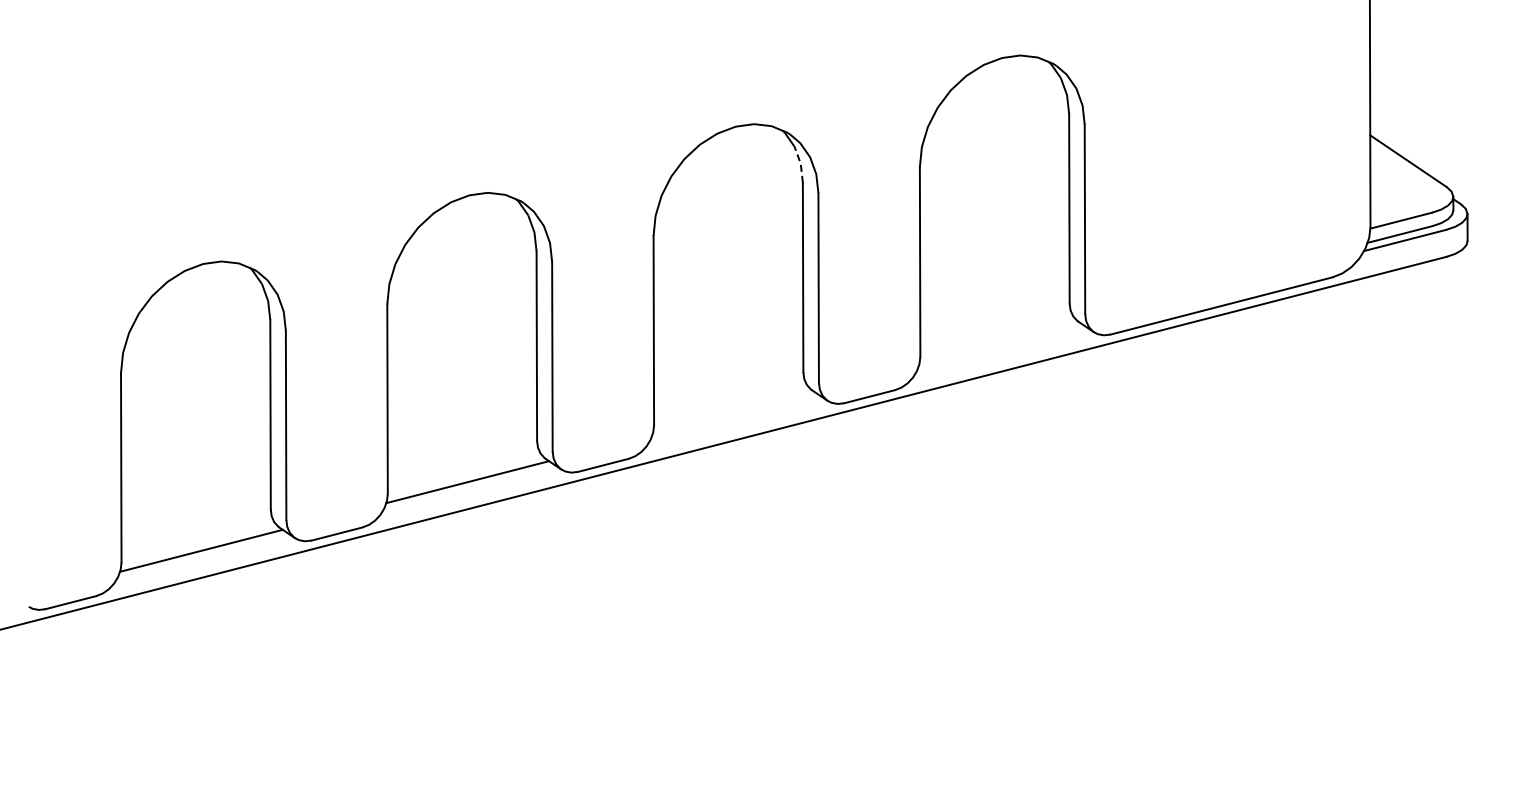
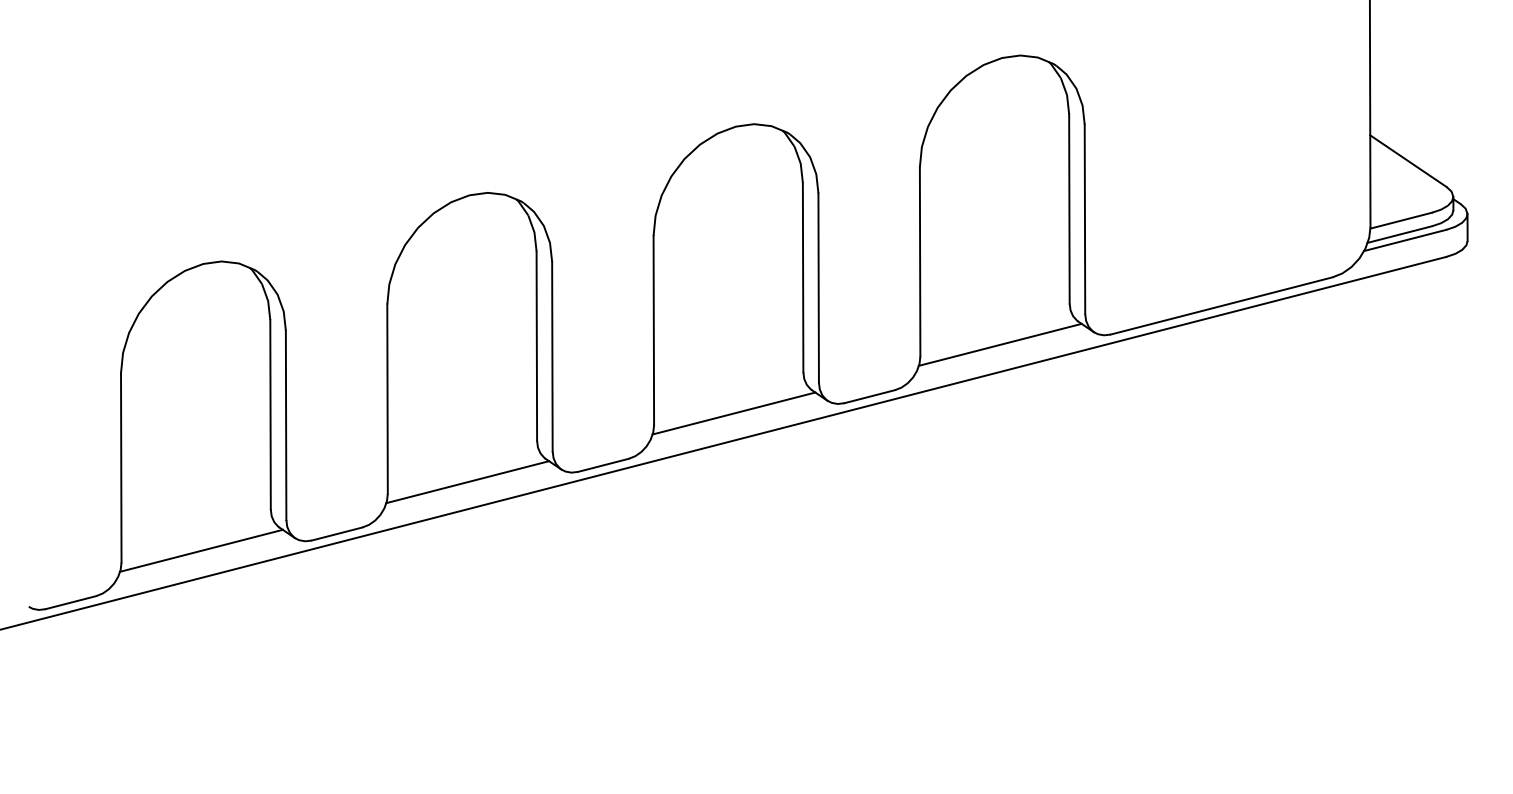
line at (800, 163): dashed -> solid
line at (999, 344): none -> present
line at (733, 413): none -> present
